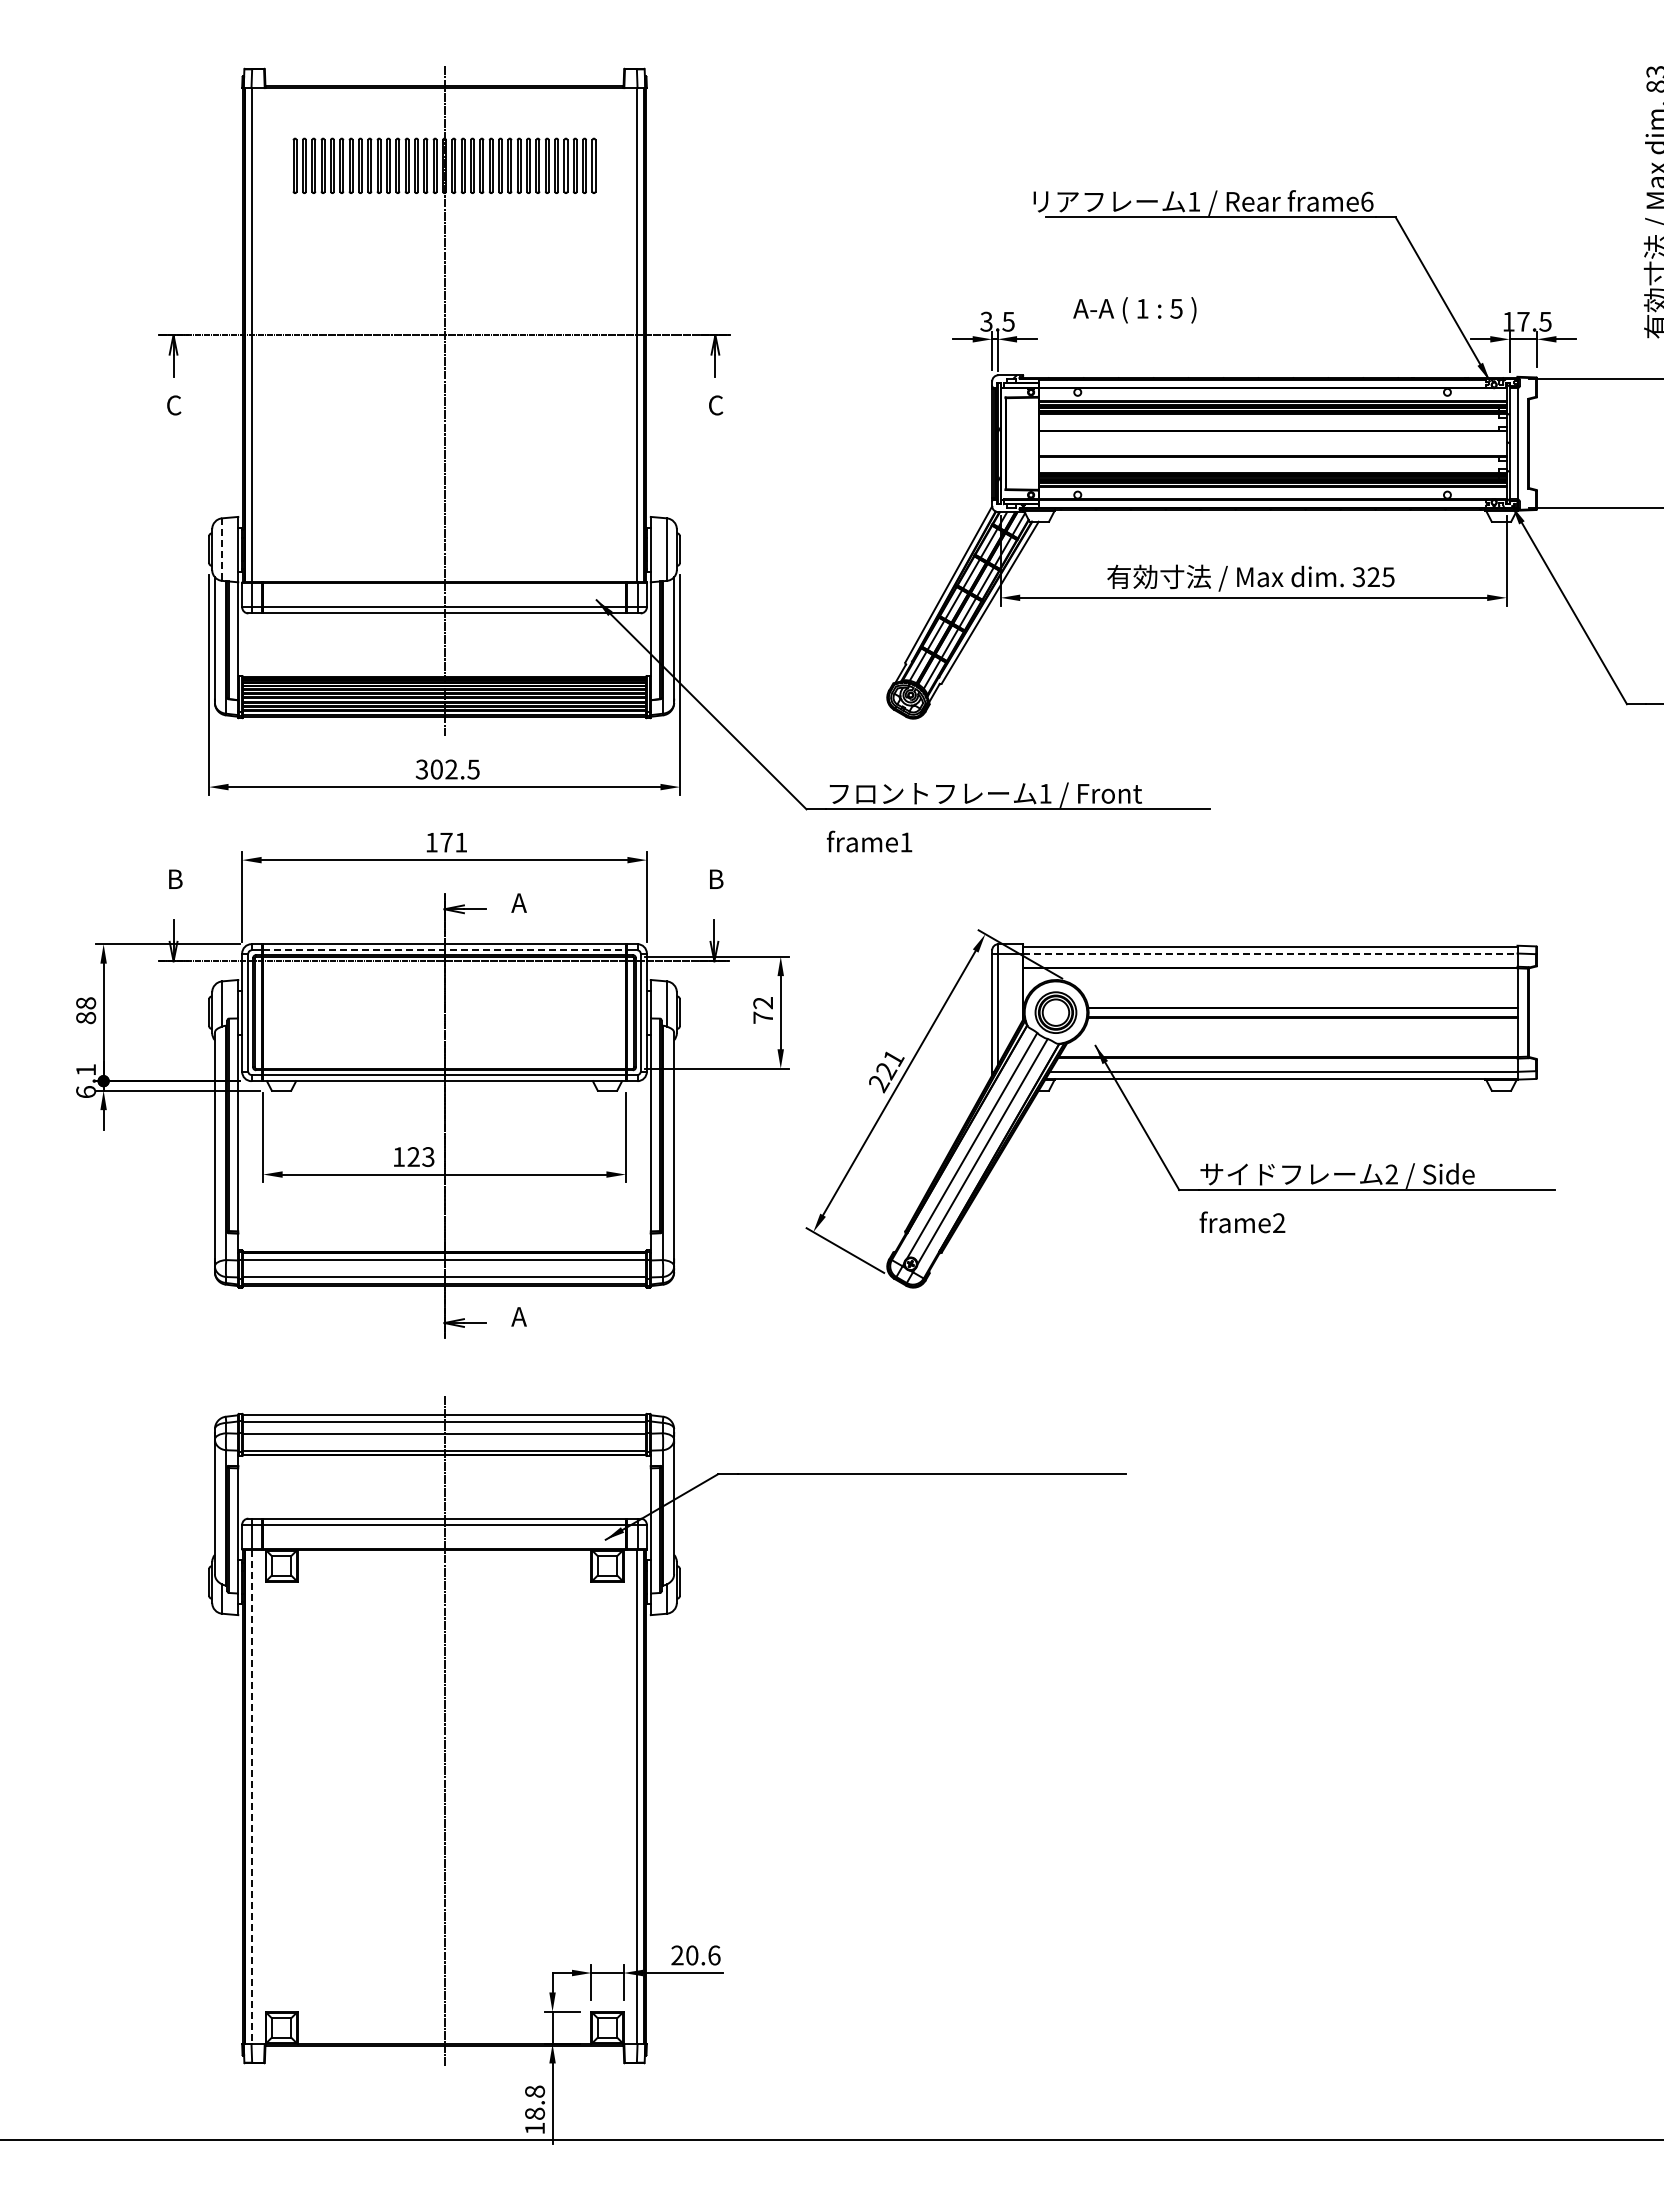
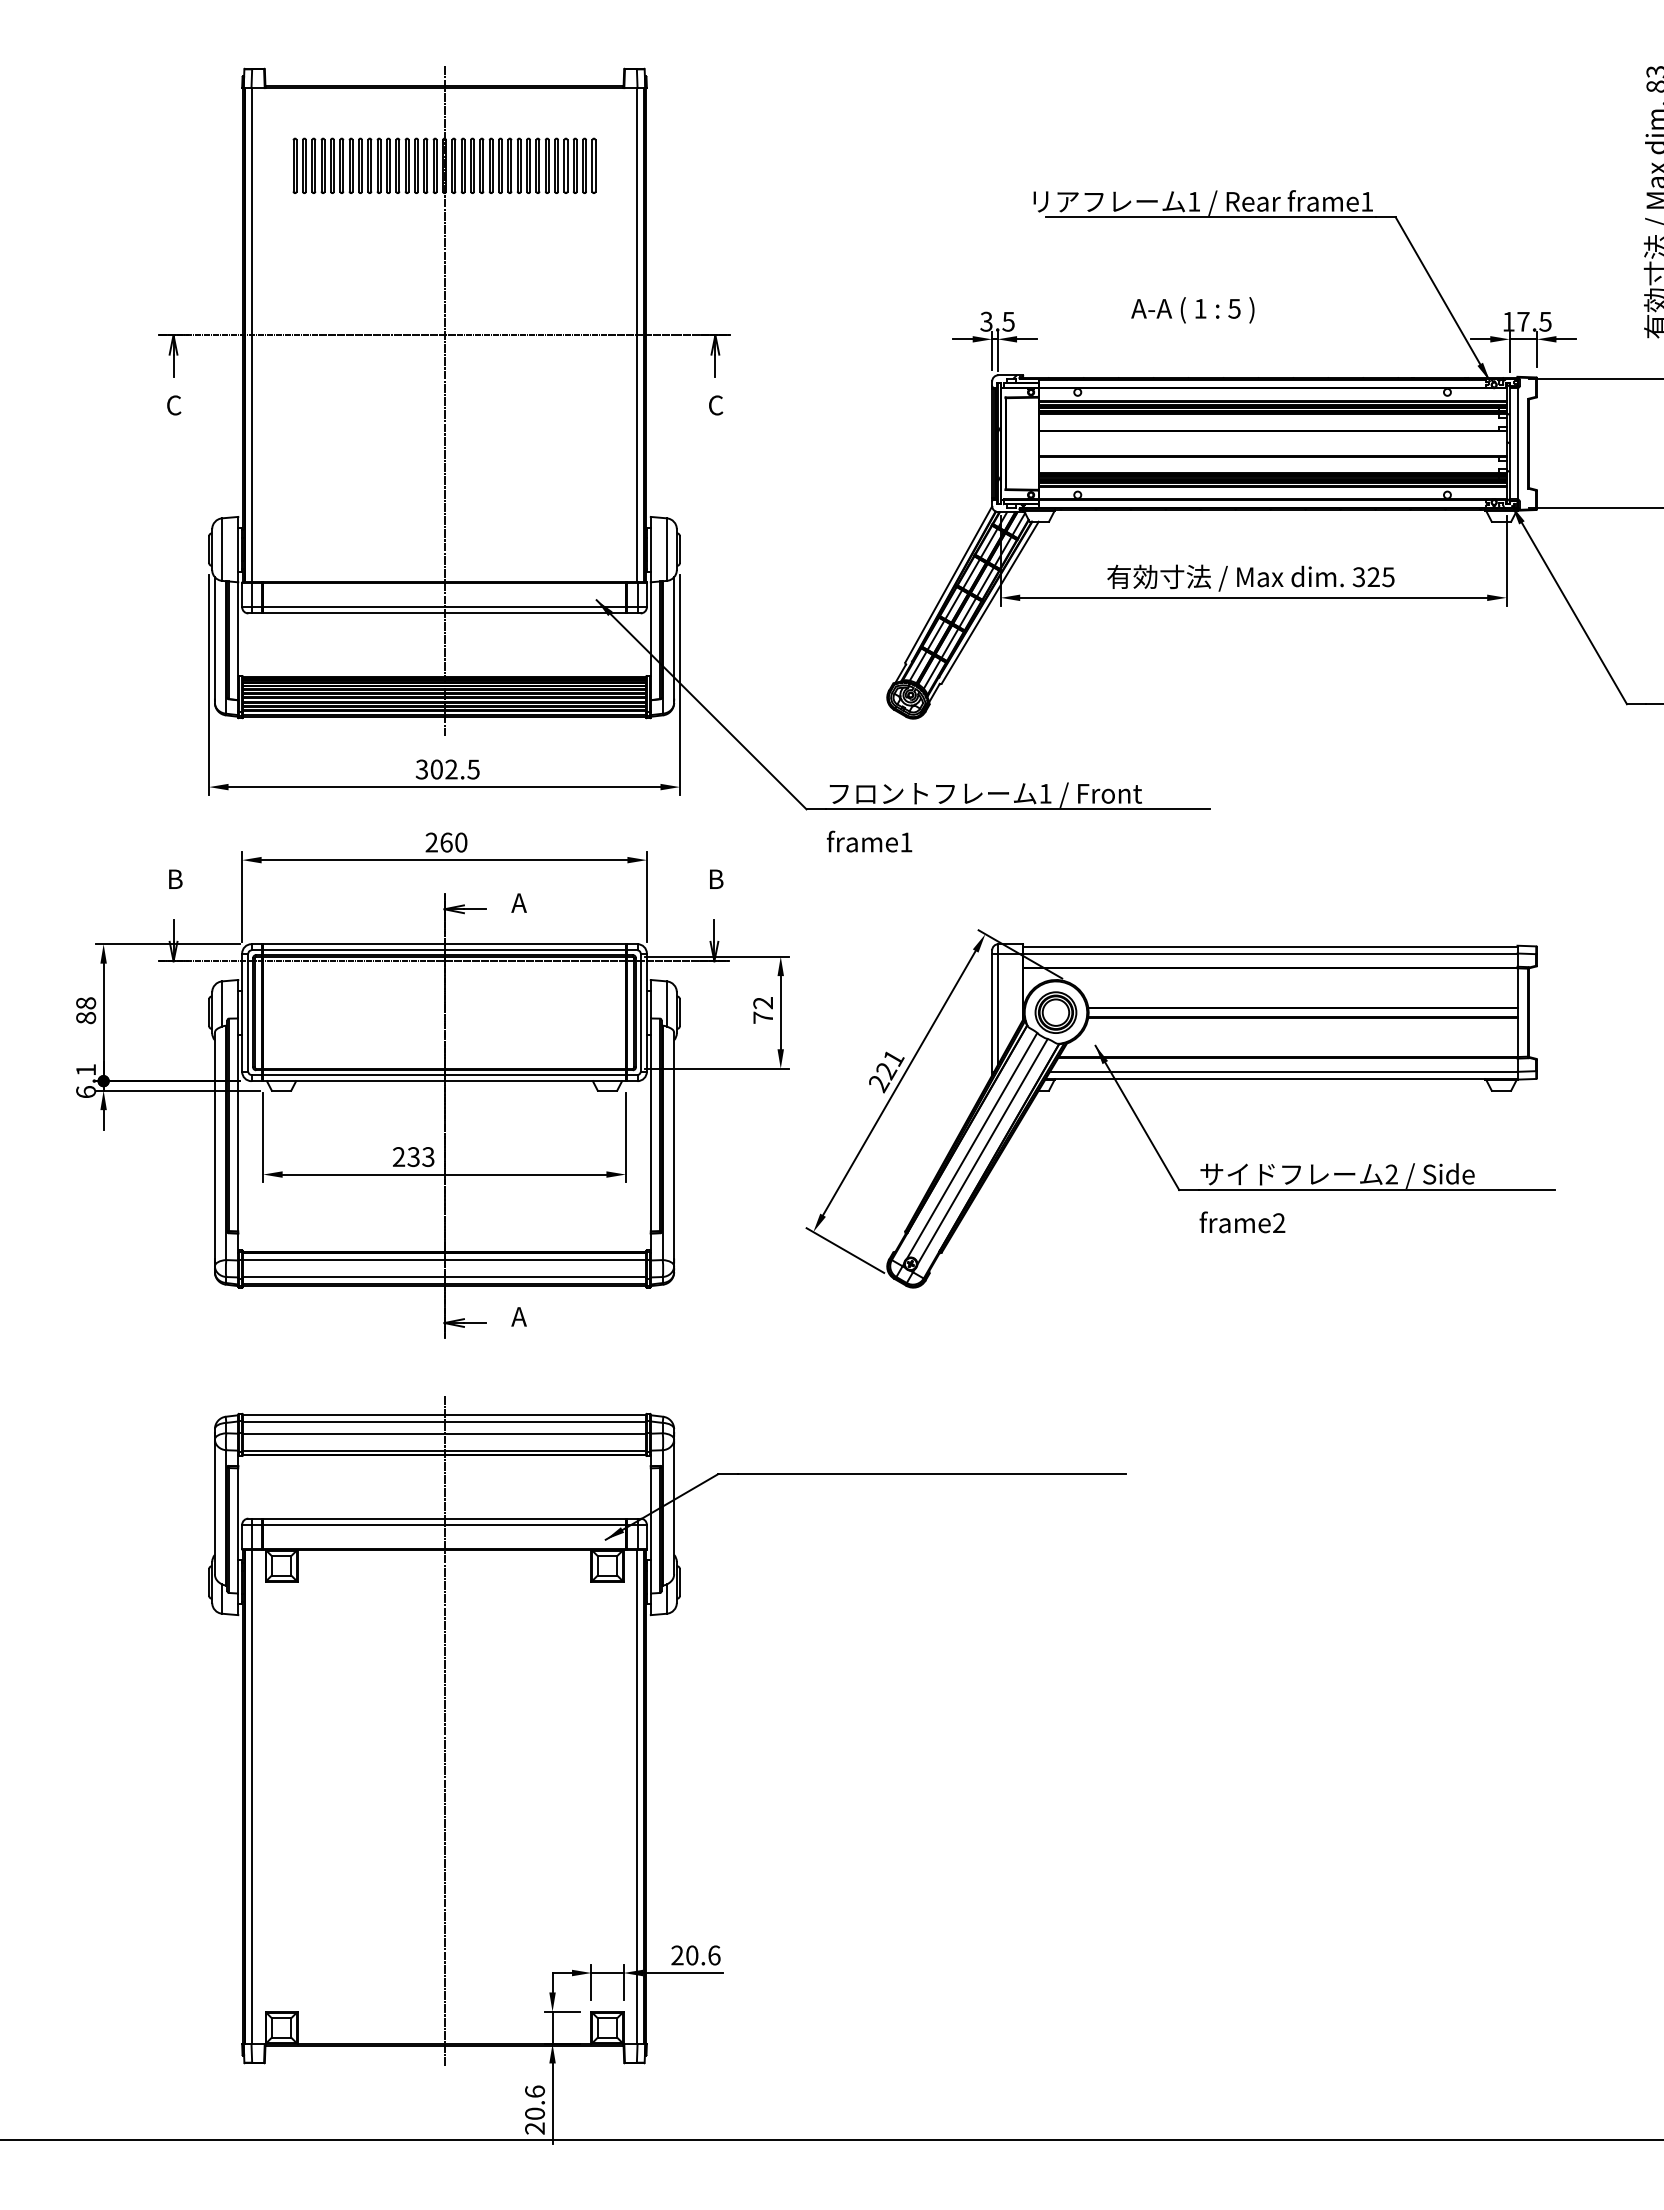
text at (1367, 201): frame6 -> frame1
text at (1134, 310) position: (1134, 310) -> (1192, 310)
line at (222, 550): dashed -> solid
text at (446, 842): 171 -> 260
line at (445, 950): dashed -> solid
line at (1270, 953): dashed -> solid
text at (406, 1157): 123 -> 233
line at (251, 1797): dashed -> solid
text at (534, 2109): 18.8 -> 20.6
